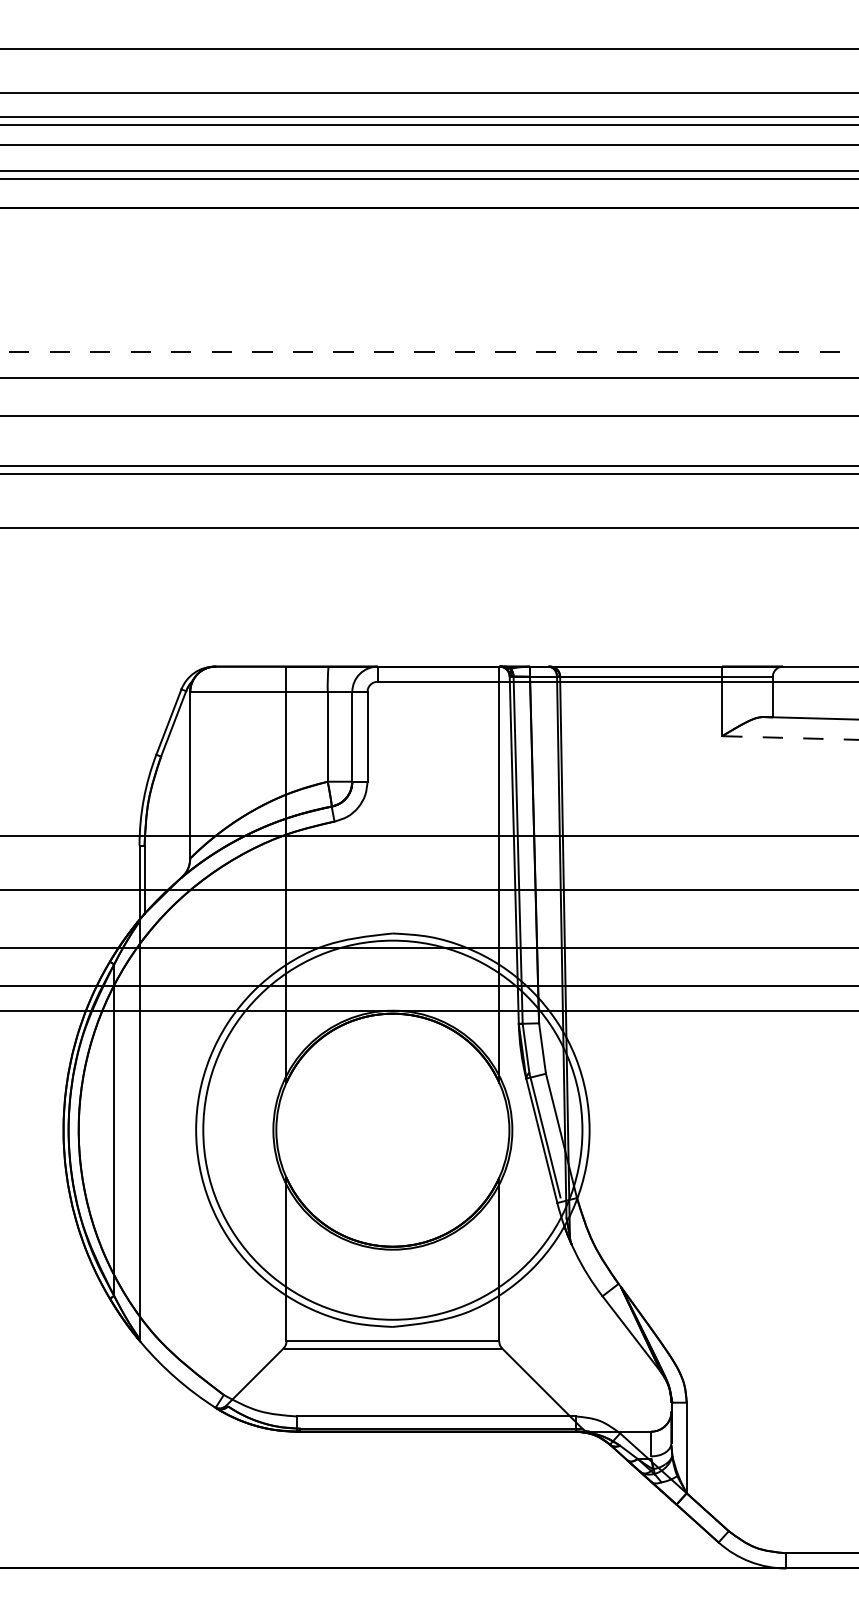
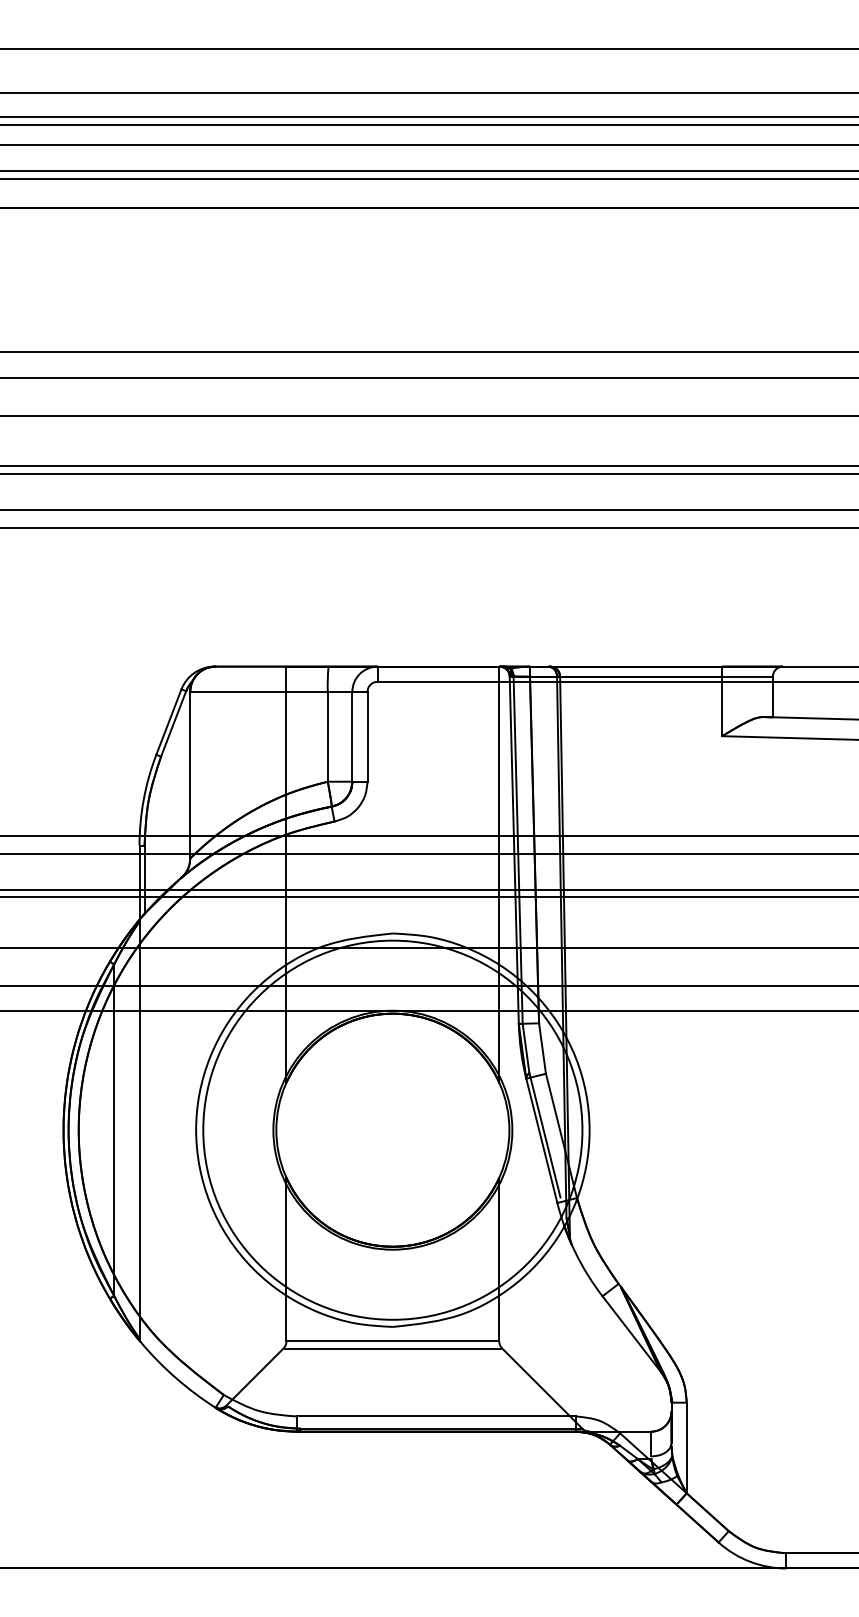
line at (429, 352): dashed -> solid
line at (428, 509): none -> present
line at (790, 738): dashed -> solid
line at (428, 853): none -> present
line at (428, 897): none -> present
